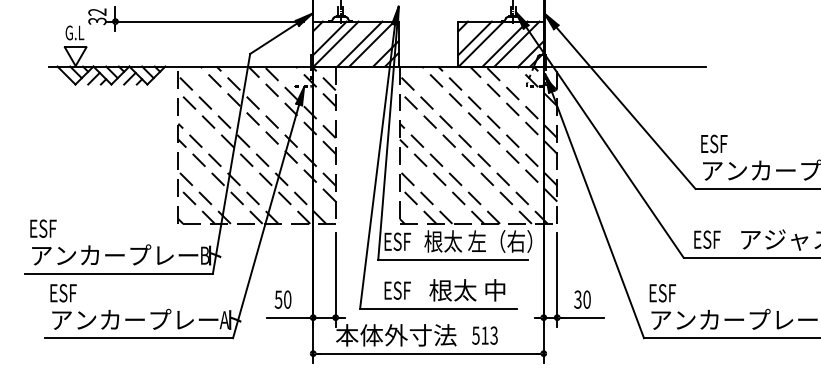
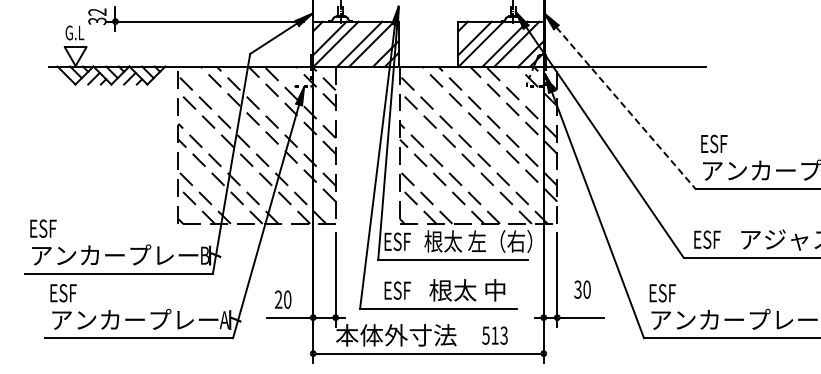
line at (625, 108): solid -> dashed
text at (278, 299): 50 -> 20
text at (582, 299) position: (582, 299) -> (582, 289)
text at (484, 335) position: (484, 335) -> (494, 335)
